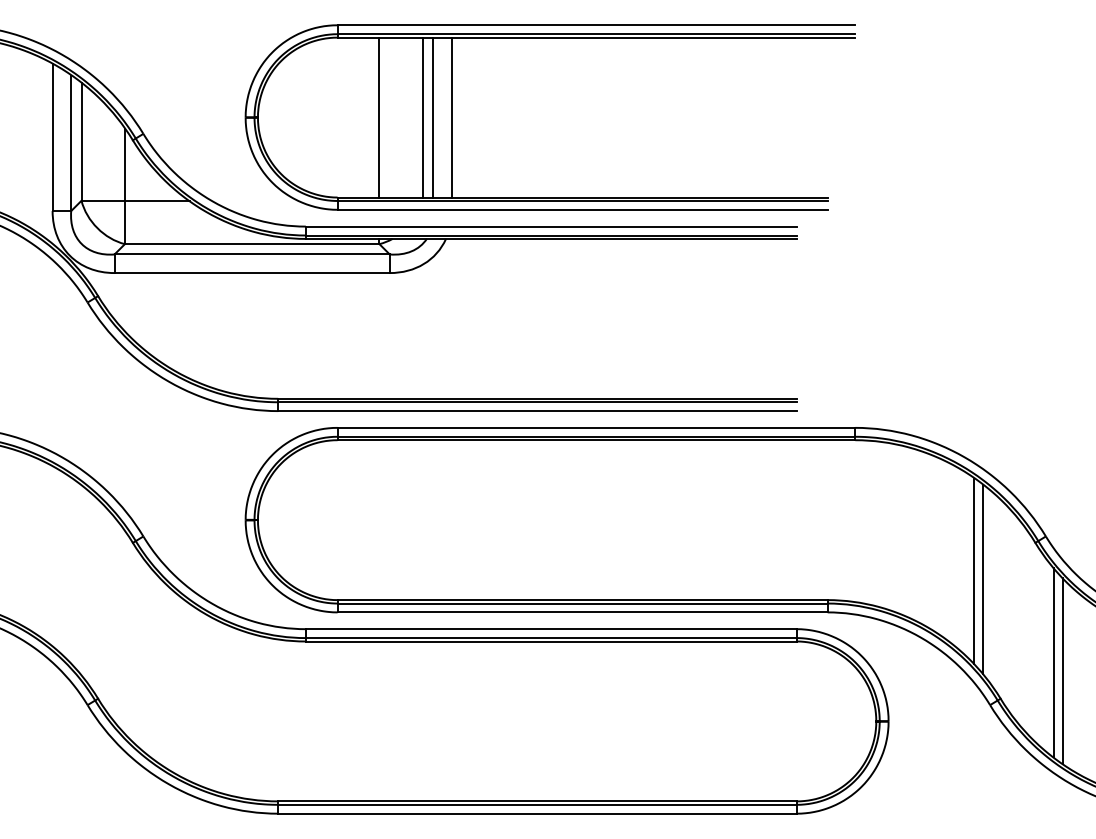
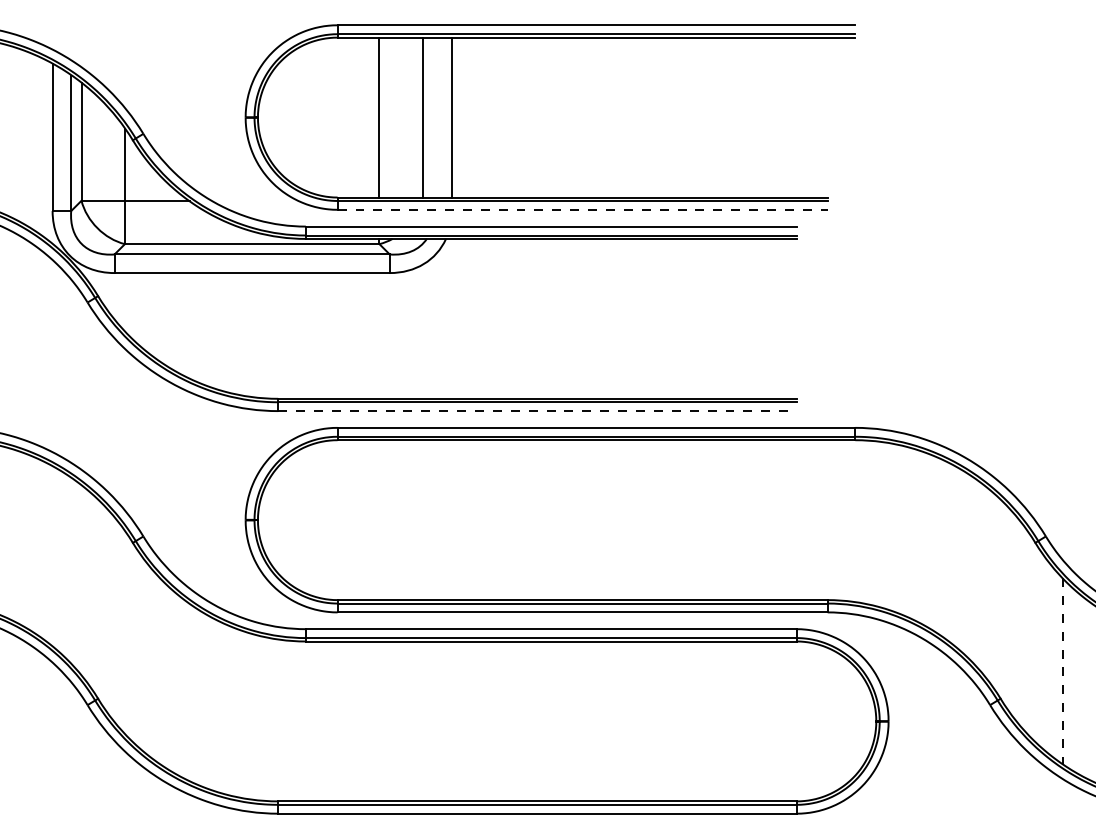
line at (433, 117): present -> none
line at (583, 209): solid -> dashed
line at (537, 411): solid -> dashed
line at (973, 571): present -> none
line at (982, 579): present -> none
line at (1054, 662): present -> none
line at (1063, 670): solid -> dashed
